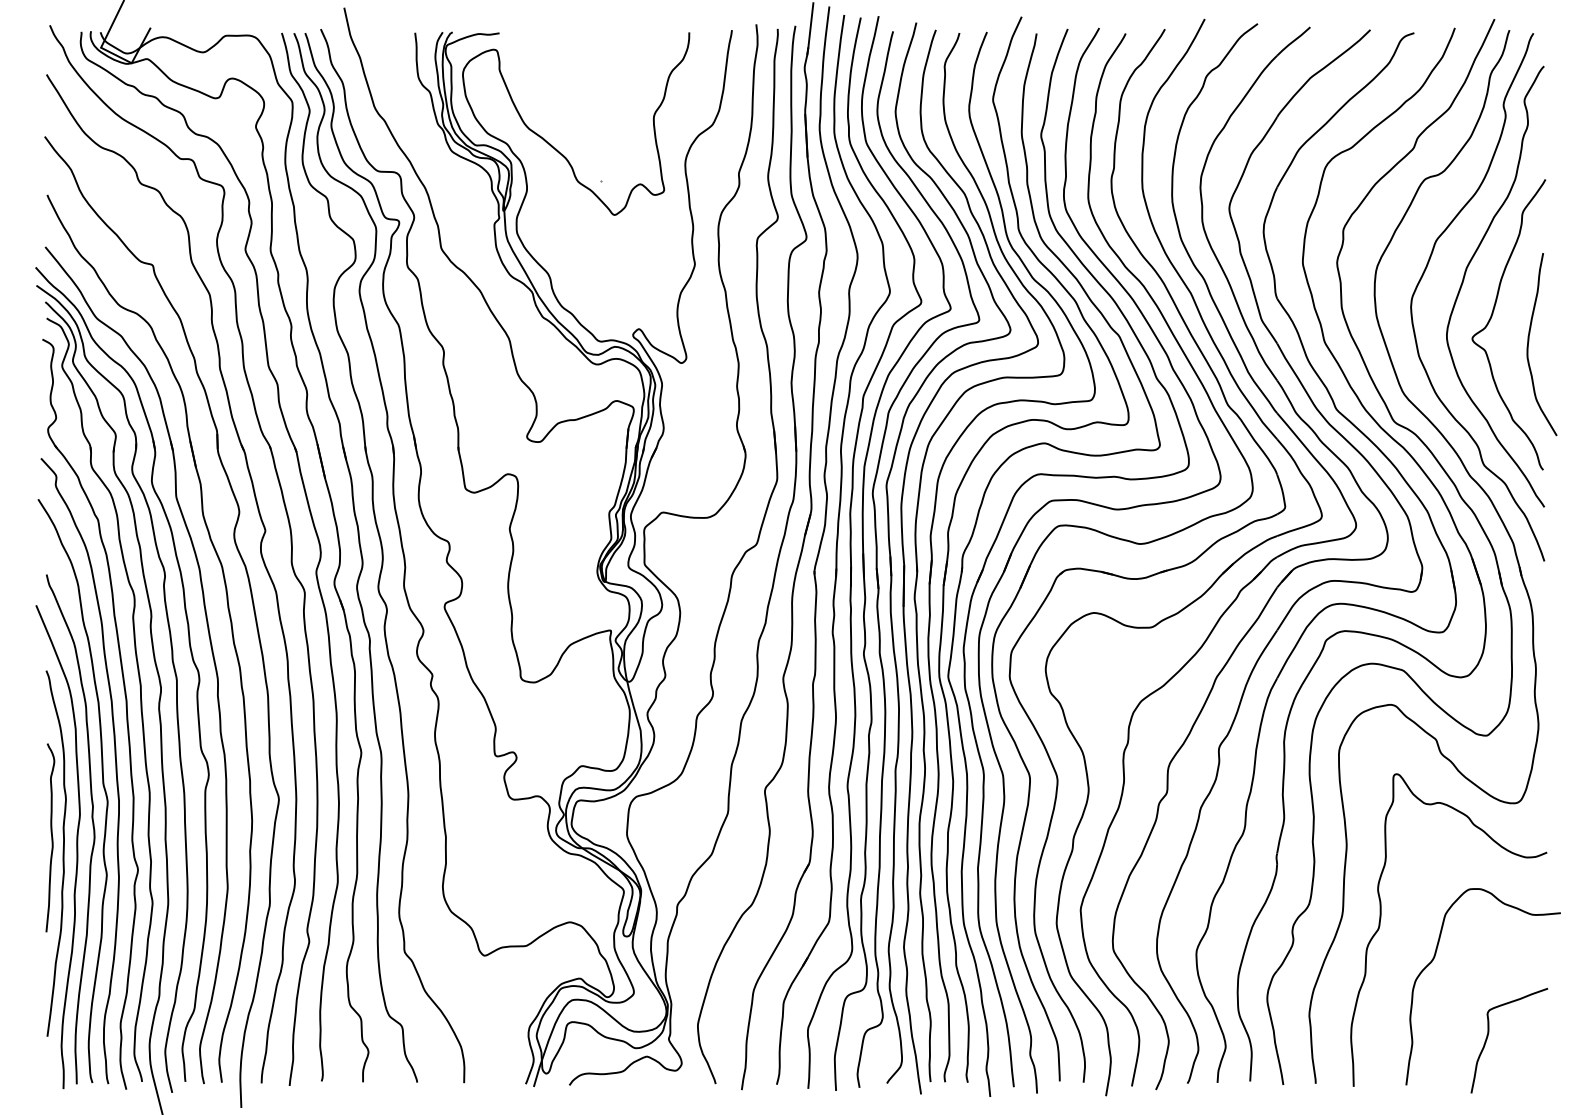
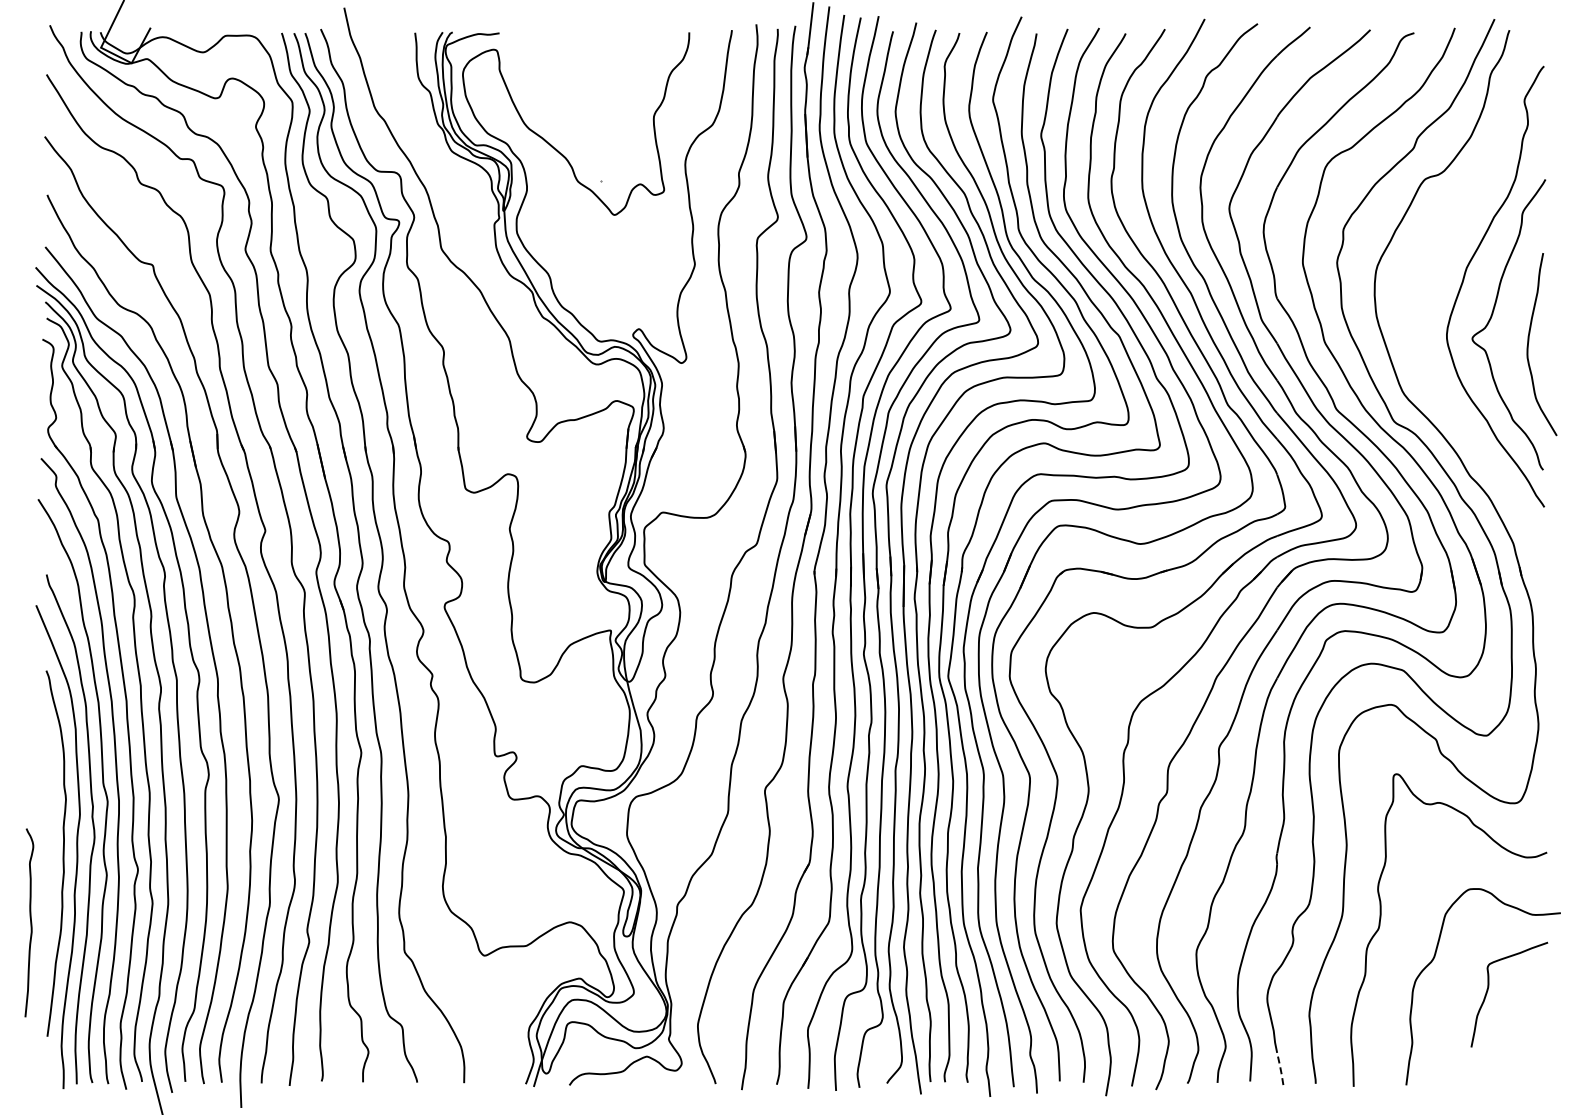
curve at (1425, 271): present -> none
curve at (51, 837) position: (51, 837) -> (30, 922)
curve at (1489, 1033) position: (1489, 1033) -> (1489, 987)
line at (1280, 1069): solid -> dashed
